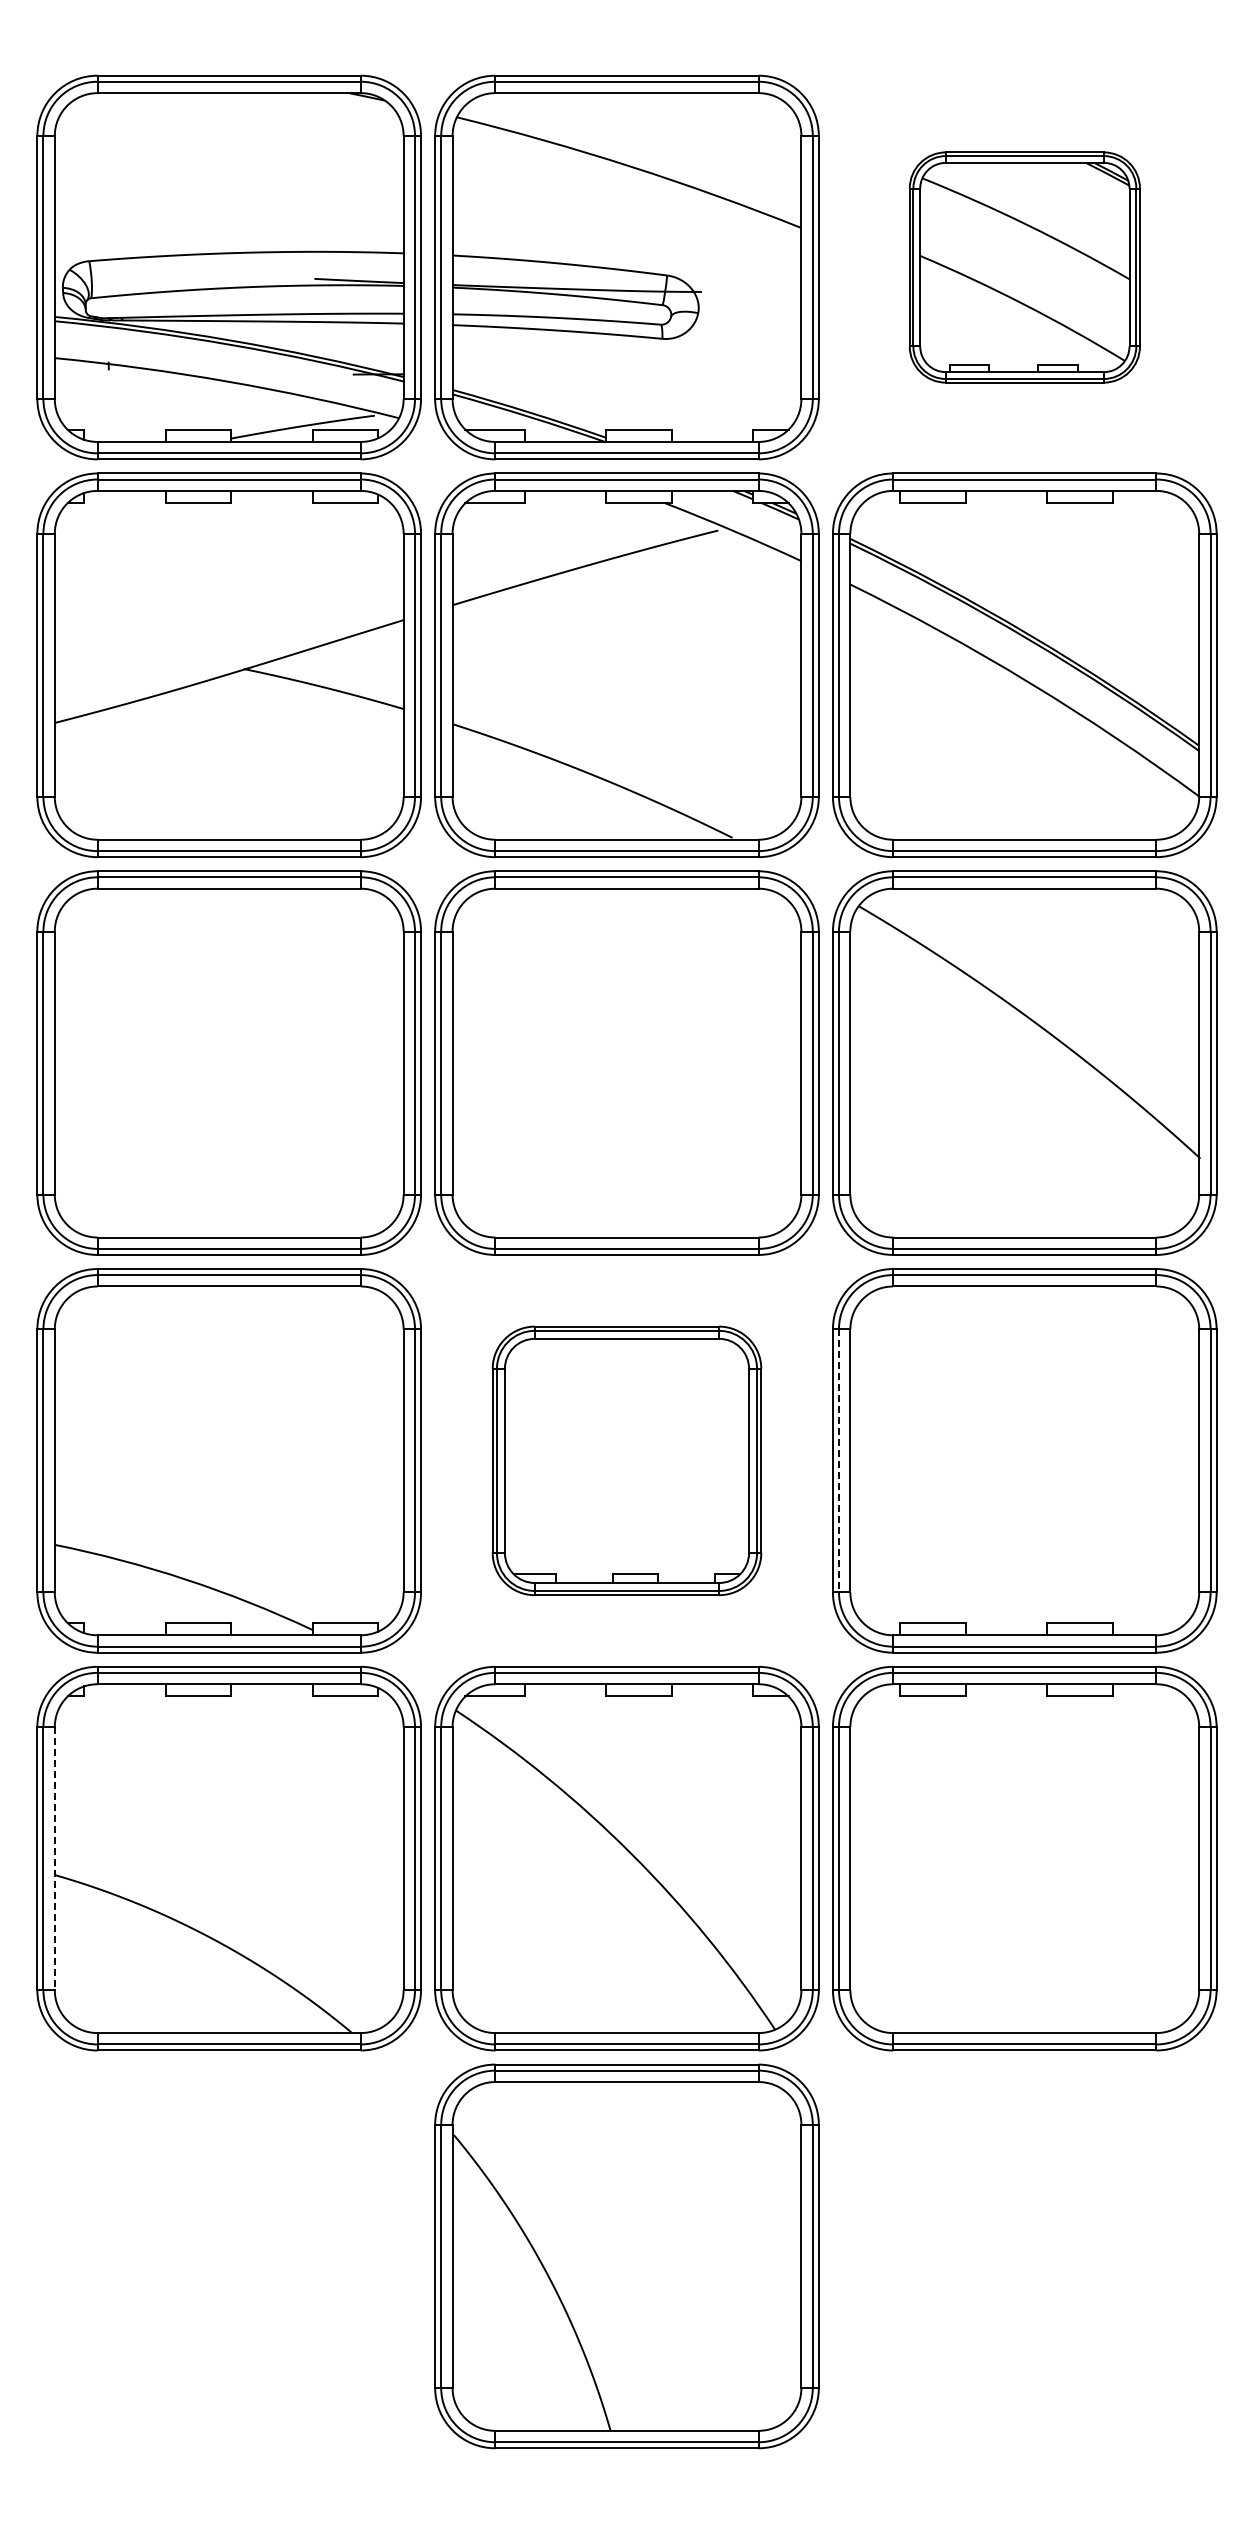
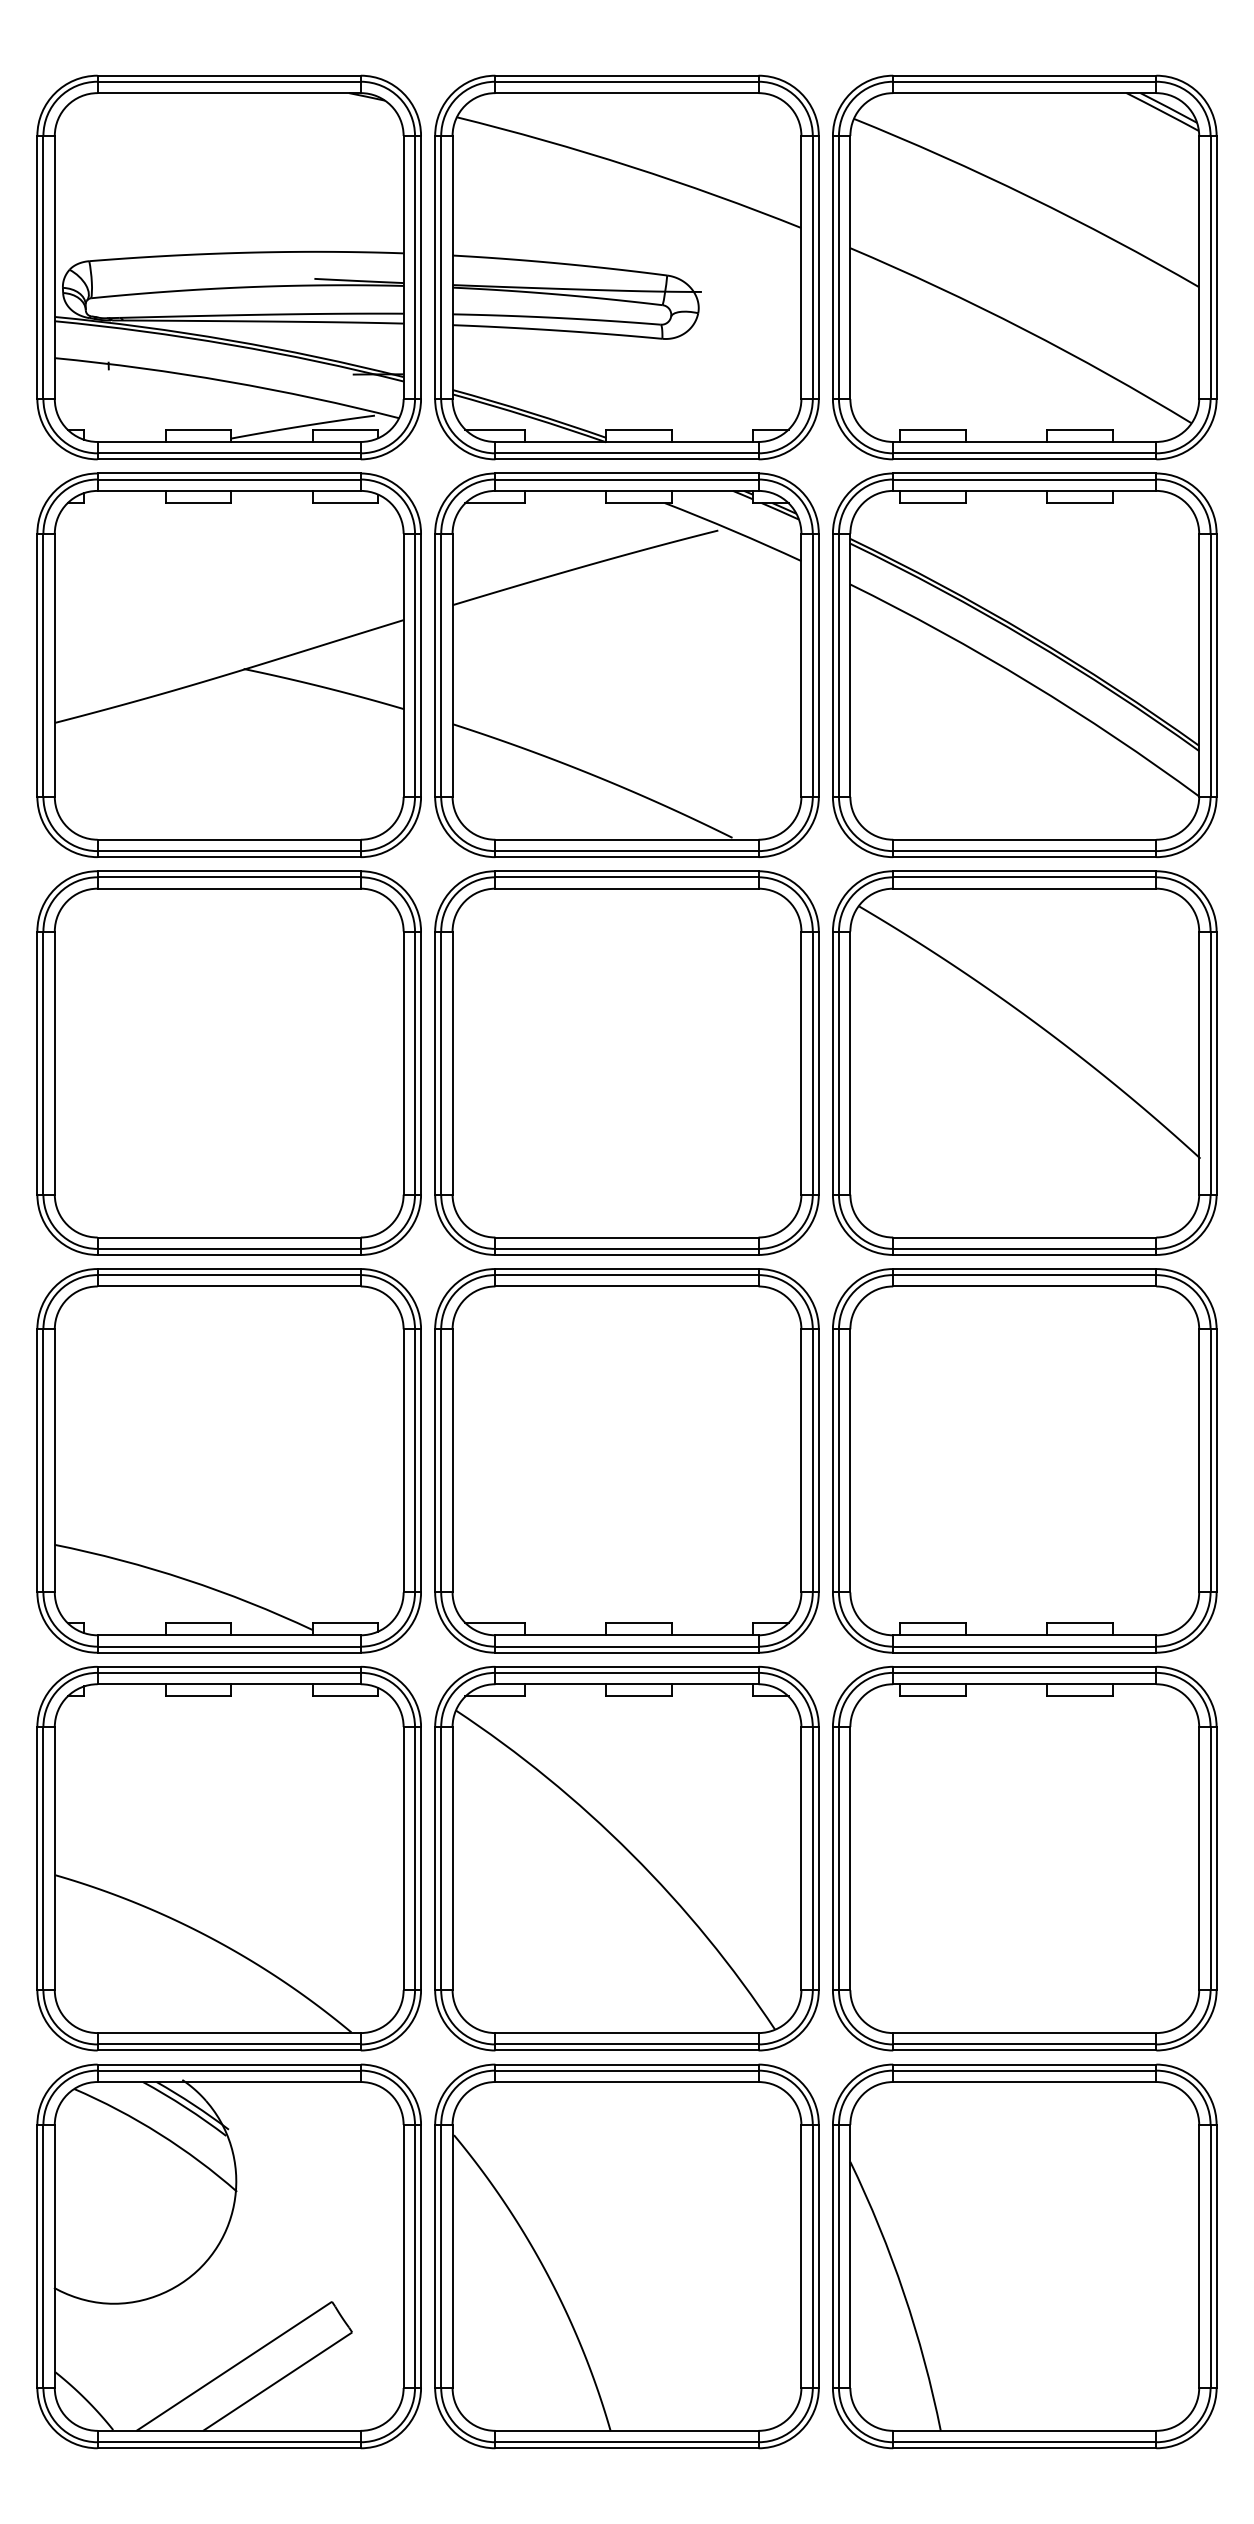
part at (1024, 267) size: 233x233 px -> 386x387 px
part at (626, 1460) size: 272x272 px -> 386x386 px
line at (838, 1460): dashed -> solid
line at (54, 1858): dashed -> solid
part at (228, 2256): none -> present
part at (1024, 2256): none -> present
